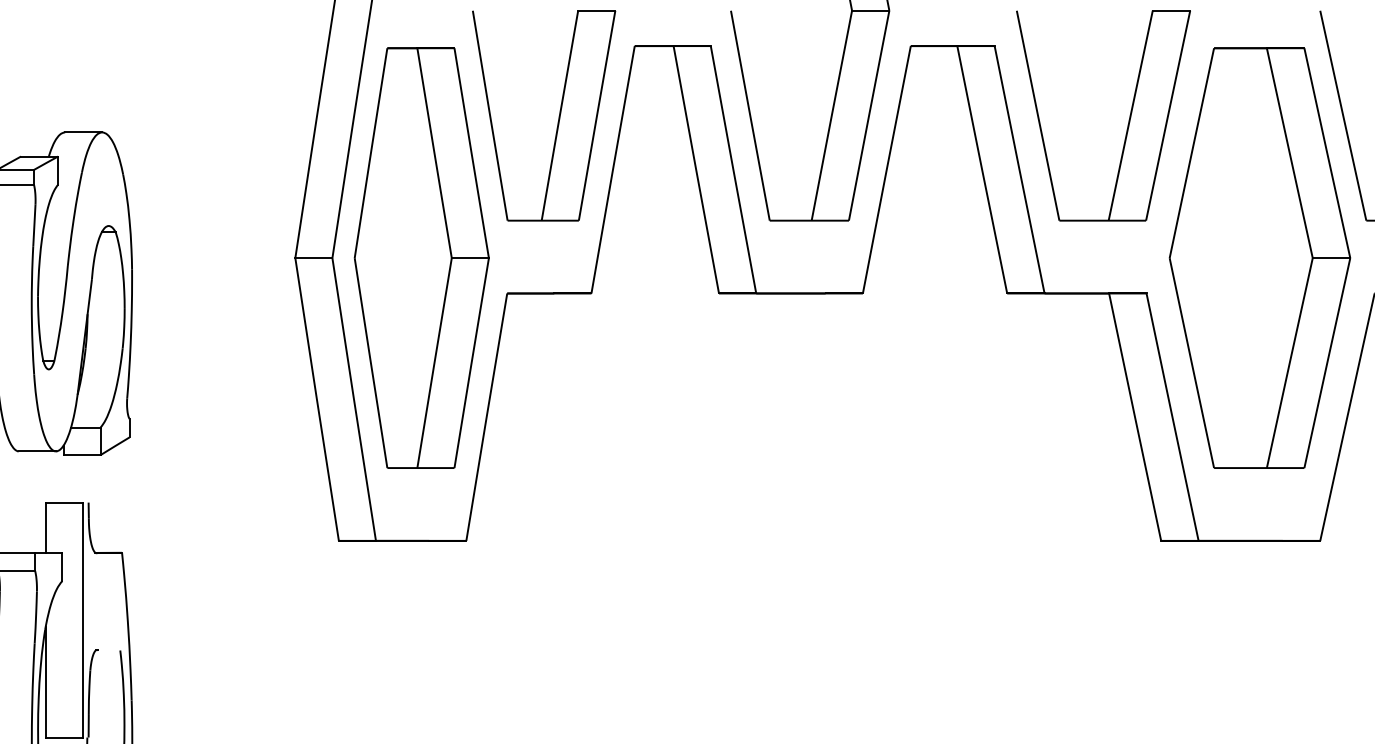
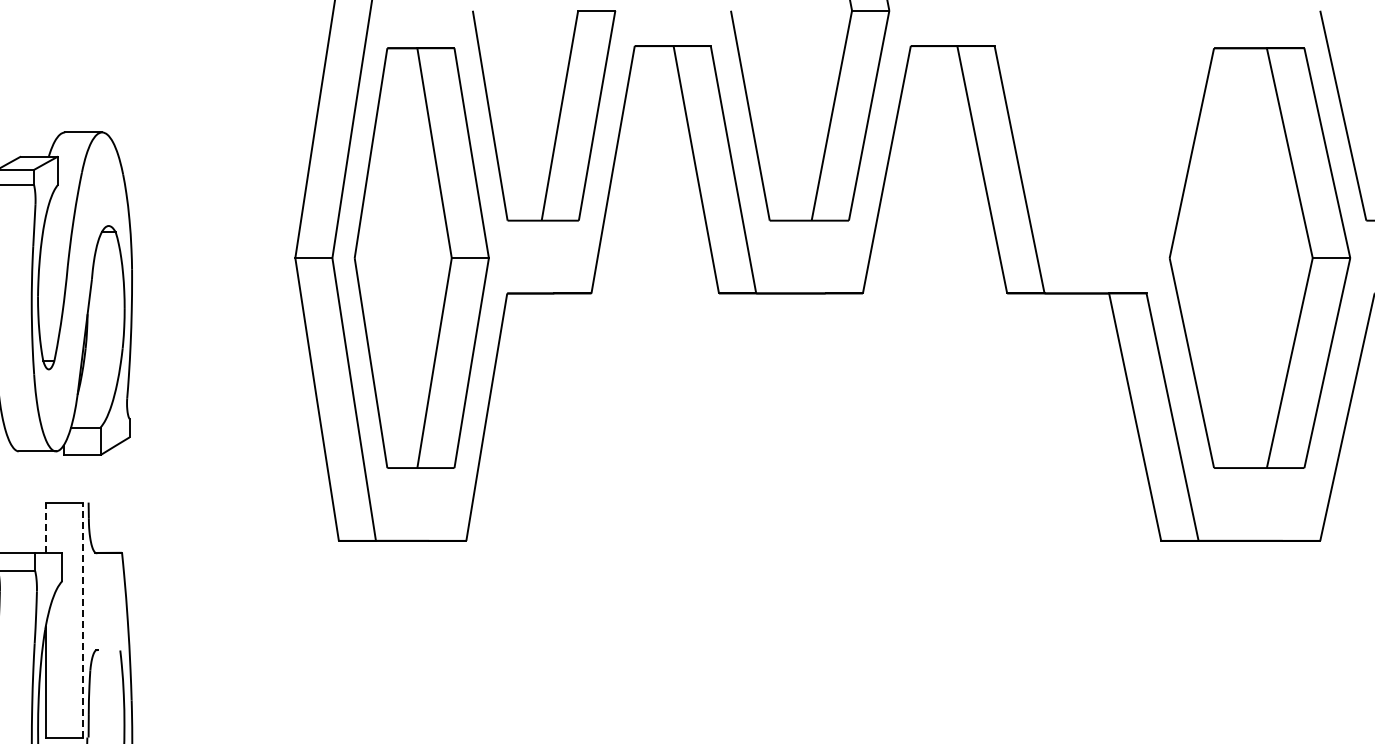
part at (1128, 120): present -> none
line at (45, 527): solid -> dashed
line at (82, 619): solid -> dashed
